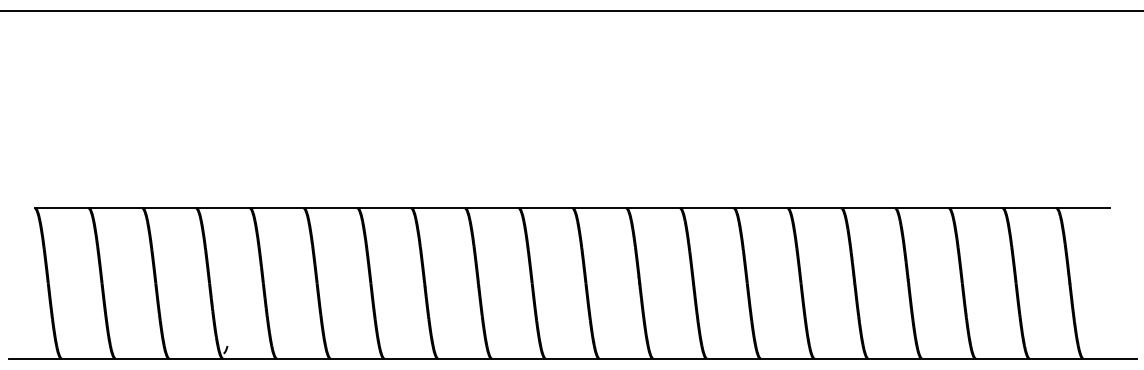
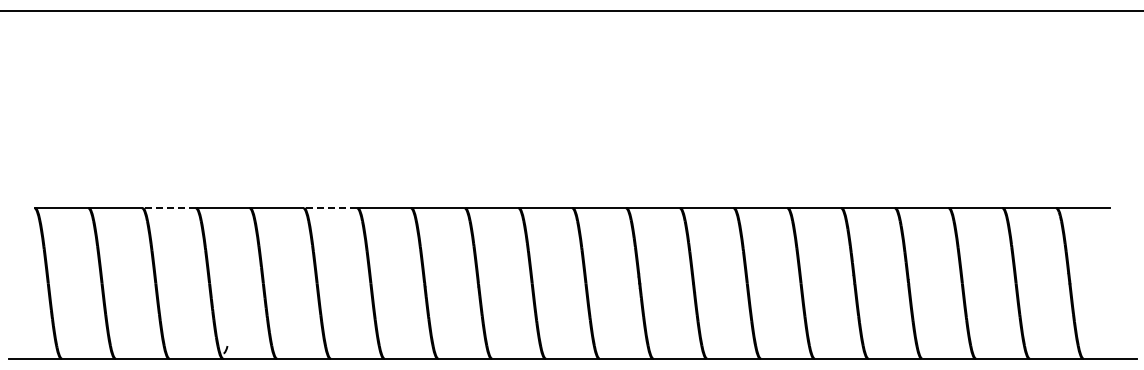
line at (168, 208): solid -> dashed
line at (330, 208): solid -> dashed
